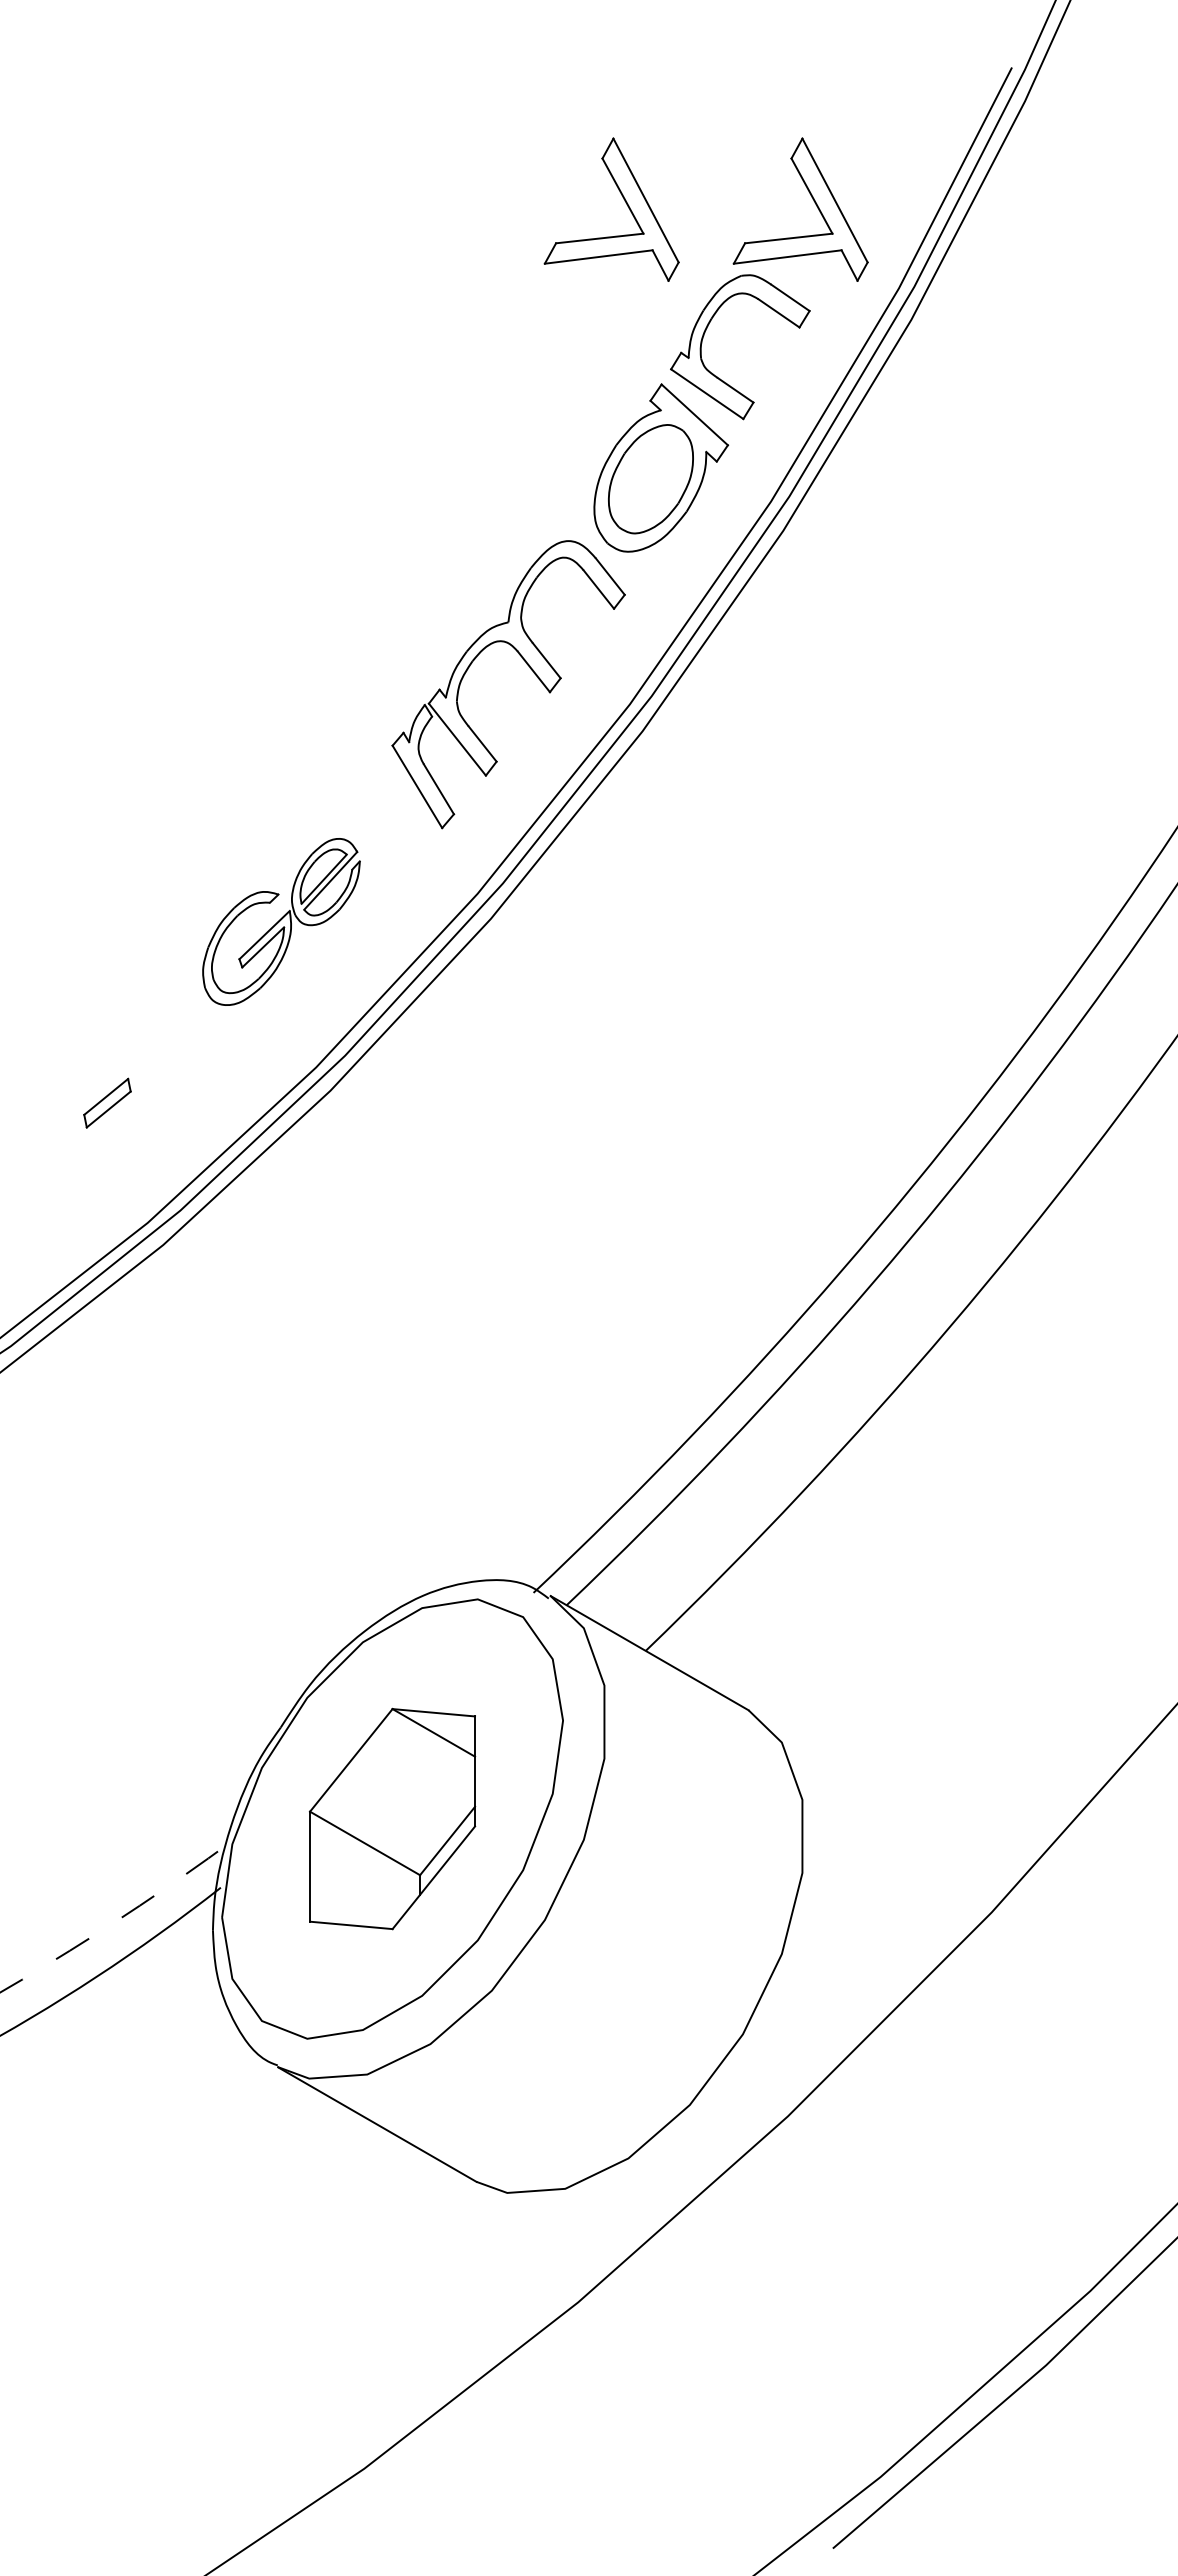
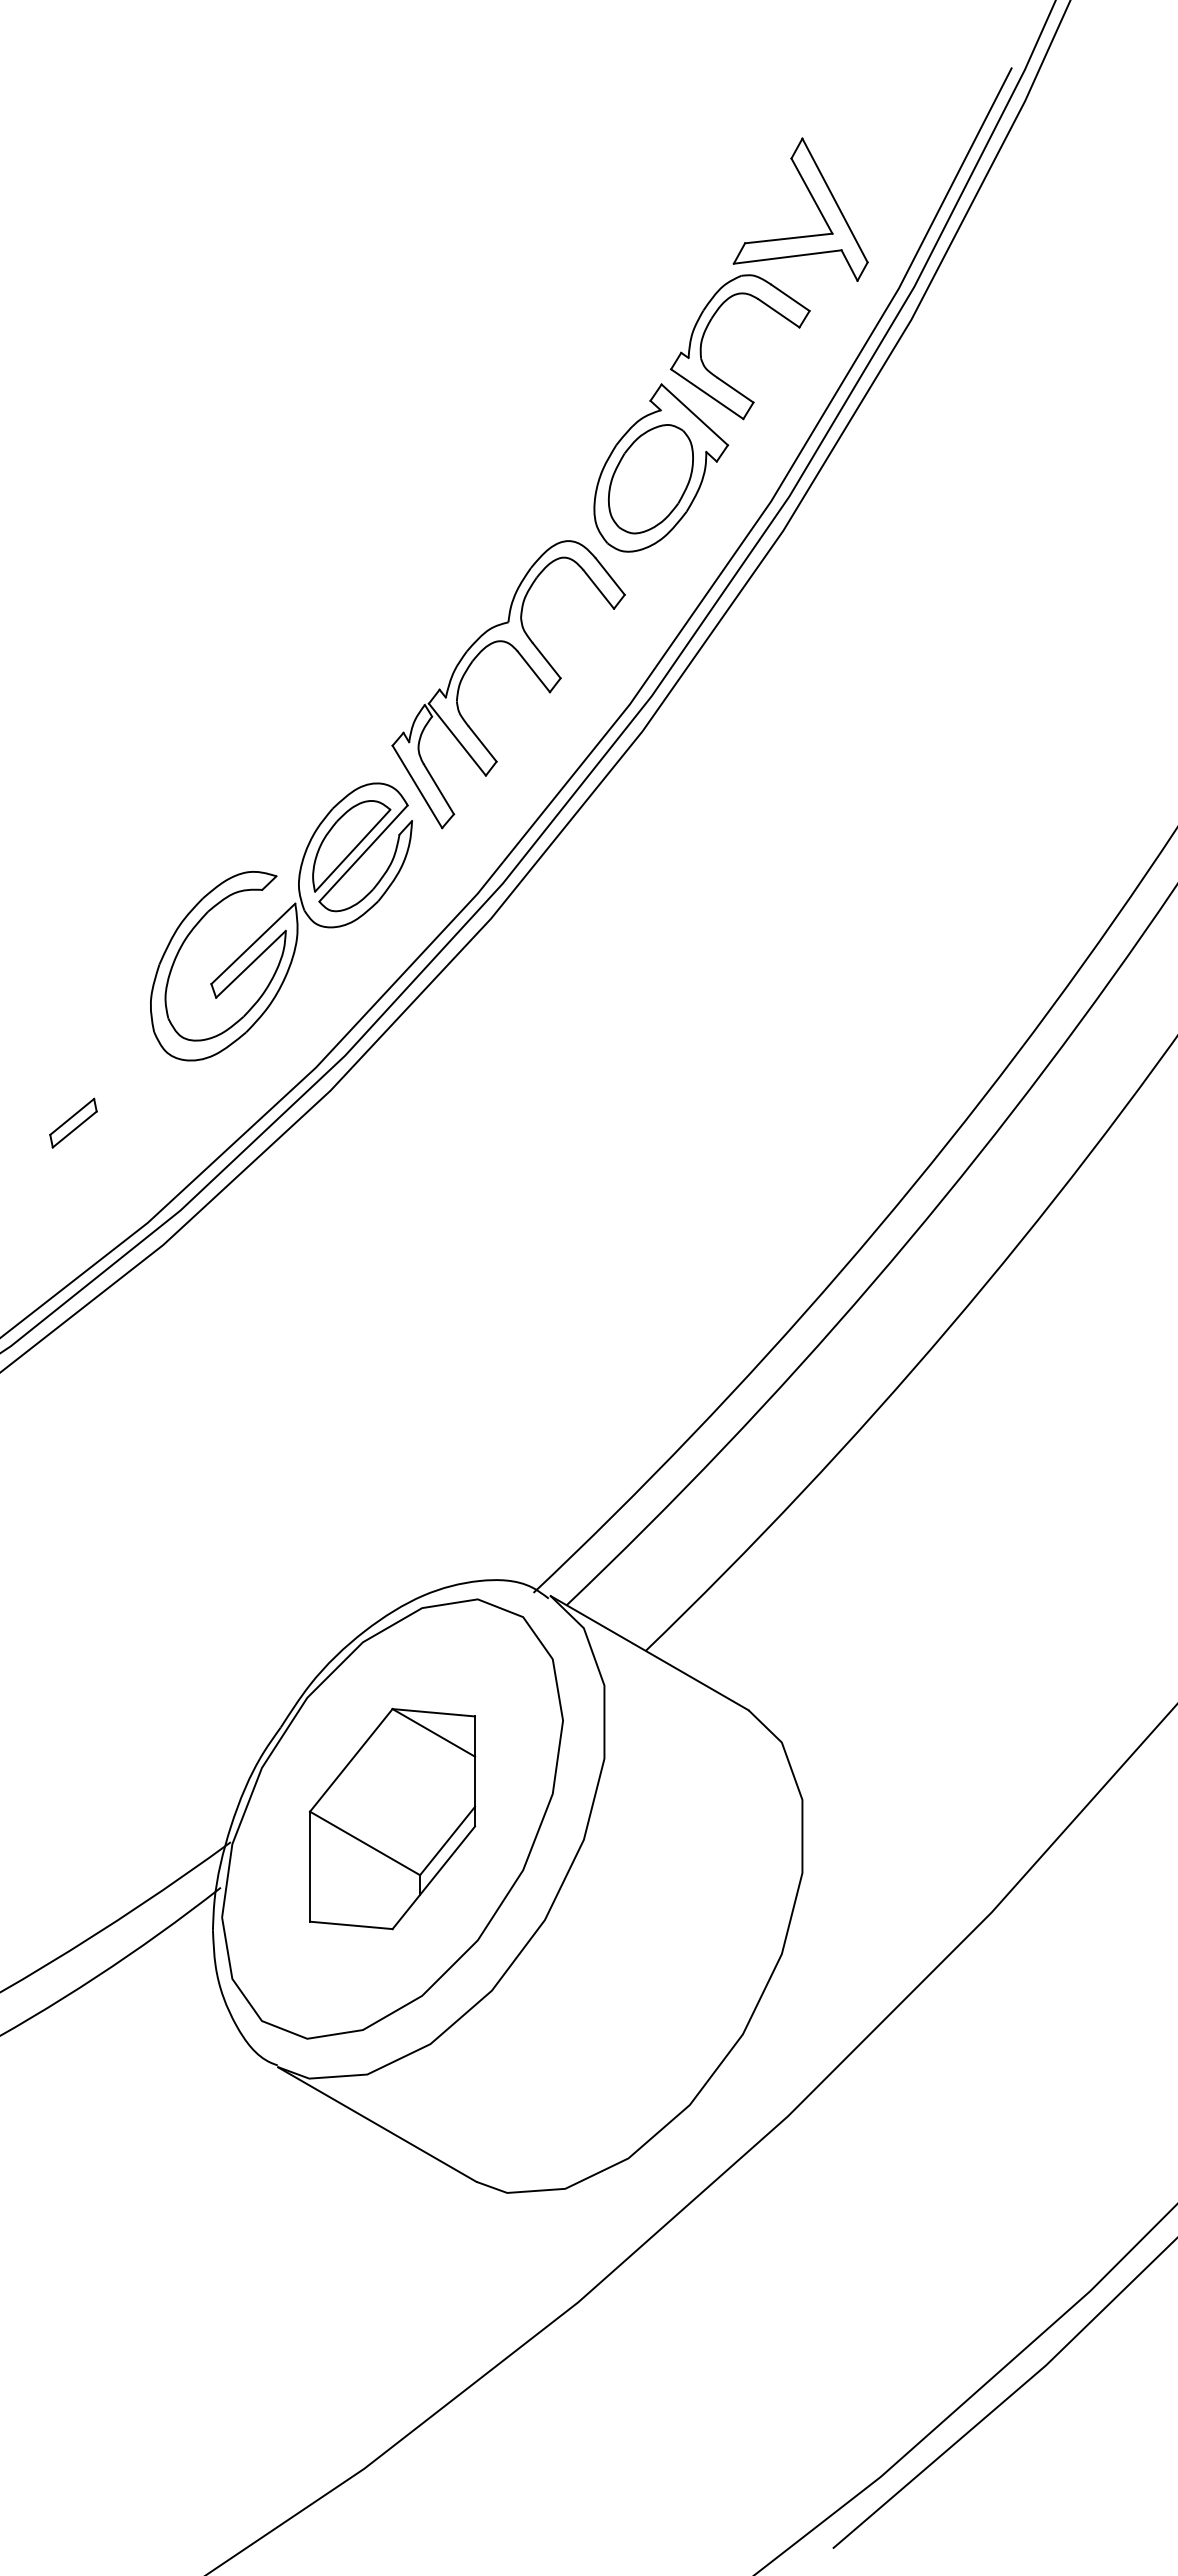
part at (625, 203): present -> none
part at (281, 921) size: 159x168 px -> 263x280 px
part at (107, 1102) position: (107, 1102) -> (73, 1122)
arc at (117, 1920): dashed -> solid
